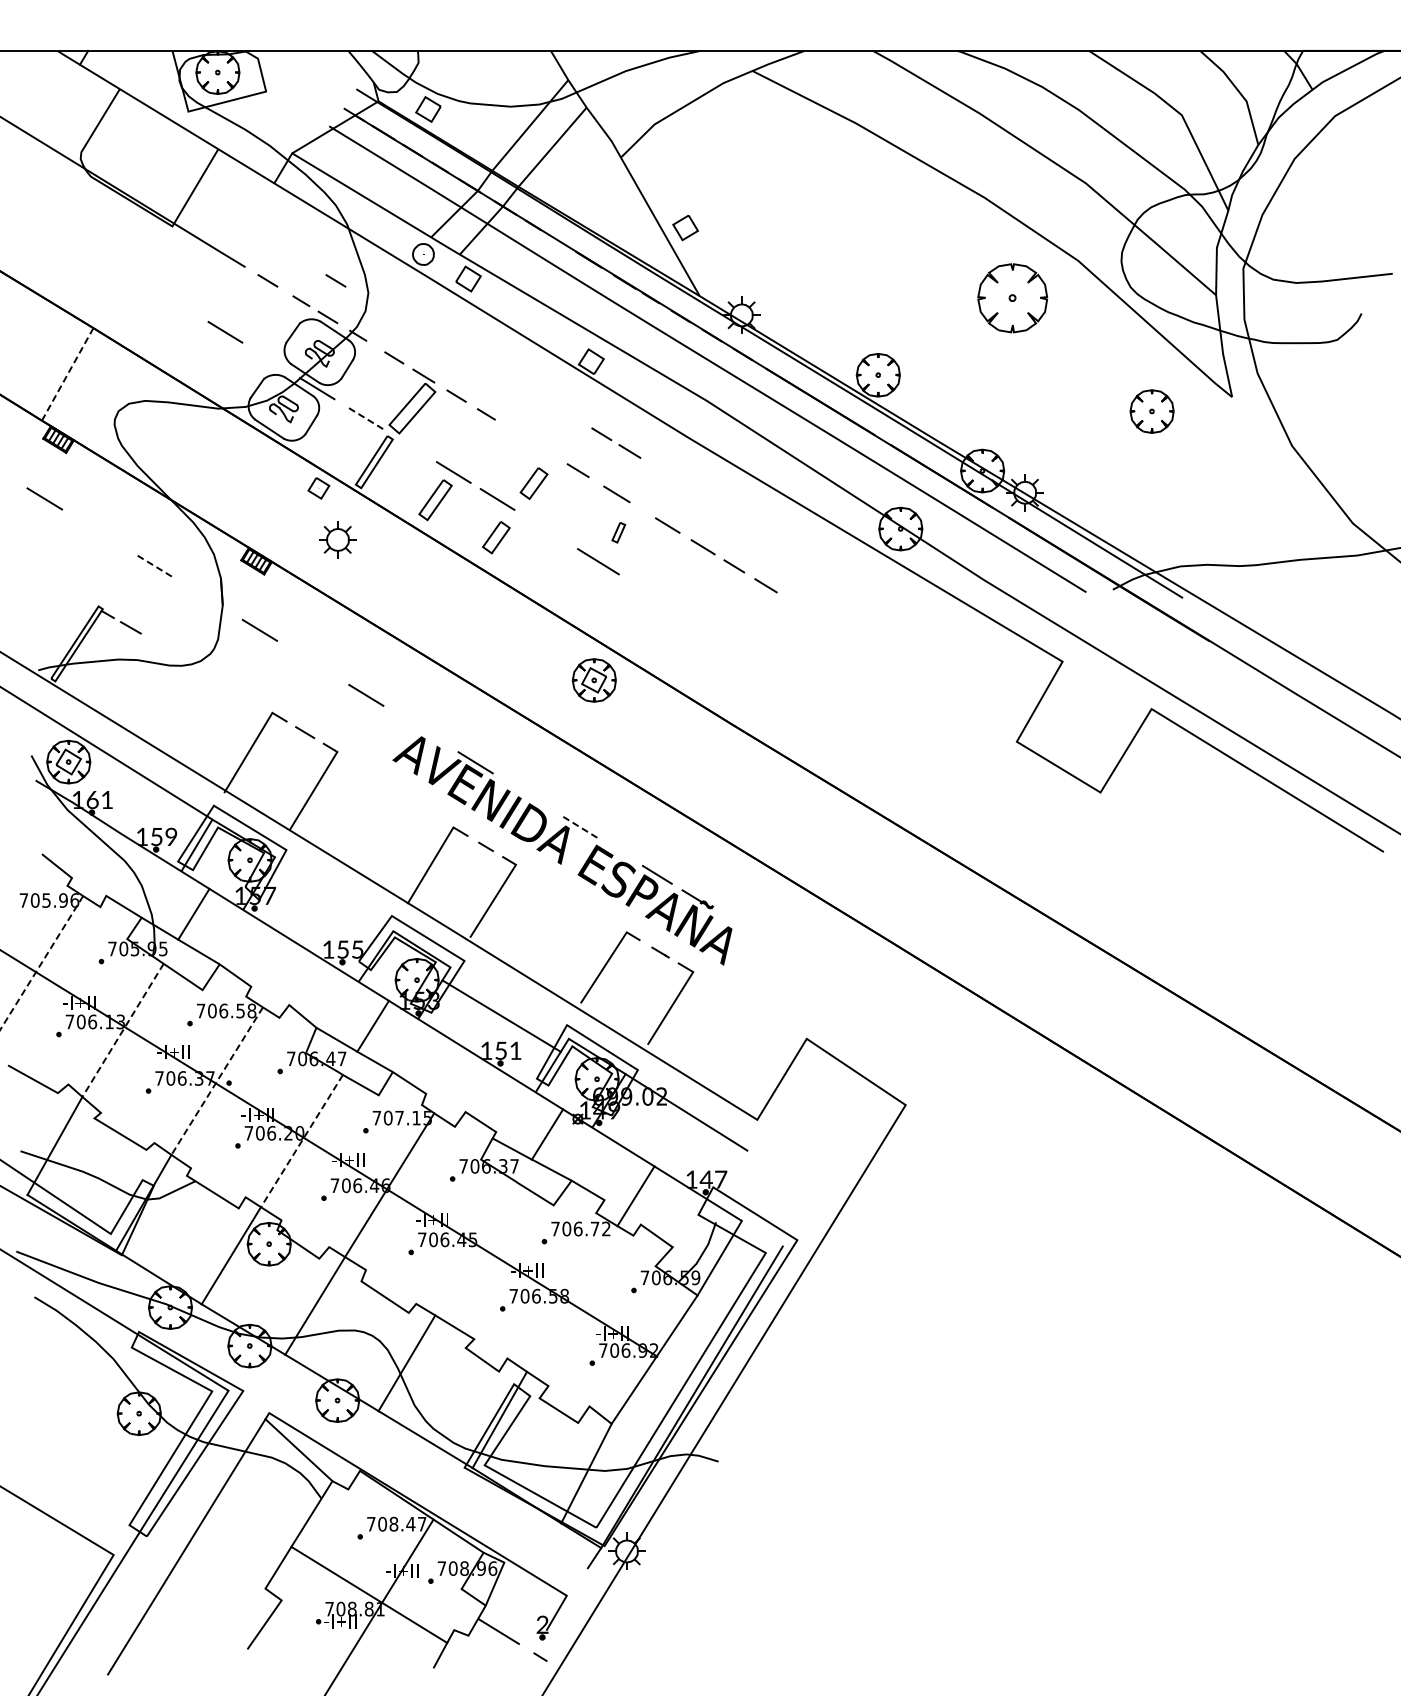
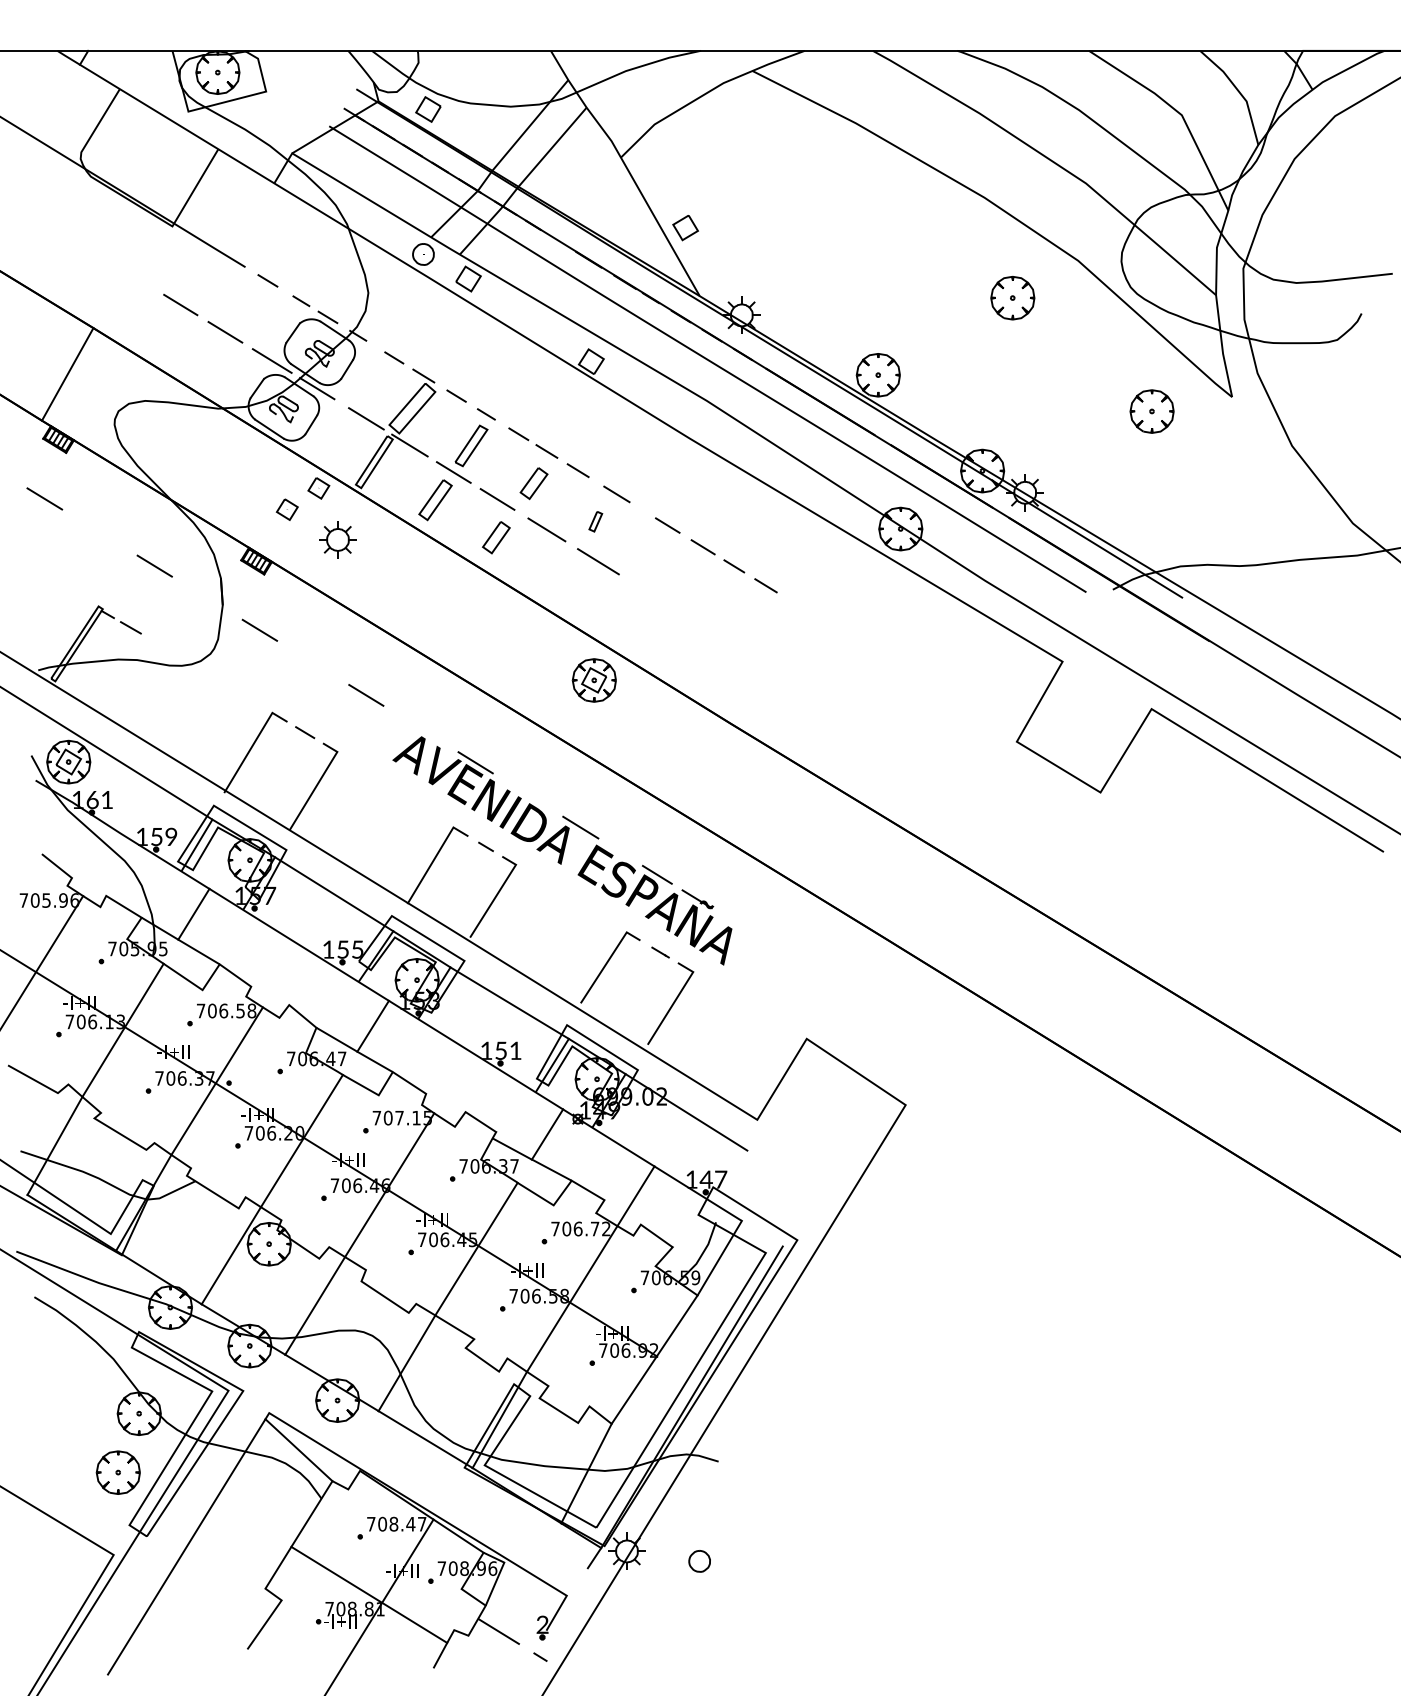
line at (335, 280): present -> none
part at (1012, 298) size: 72x71 px -> 46x46 px
line at (180, 304): none -> present
line at (271, 360): none -> present
line at (67, 374): dashed -> solid
line at (366, 419): dashed -> solid
line at (618, 444) position: (618, 444) -> (535, 444)
line at (409, 445): none -> present
part at (471, 445): none -> present
part at (286, 509): none -> present
line at (546, 529): none -> present
part at (618, 532) position: (618, 532) -> (595, 521)
line at (155, 566): dashed -> solid
line at (580, 827): dashed -> solid
line at (334, 894): none -> present
line at (41, 963): dashed -> solid
line at (501, 1015) position: (501, 1015) -> (509, 1002)
line at (123, 1030): dashed -> solid
line at (217, 1081): dashed -> solid
line at (301, 1141): dashed -> solid
line at (476, 1248): none -> present
line at (572, 1298): none -> present
part at (117, 1472): none -> present
part at (699, 1561): none -> present
